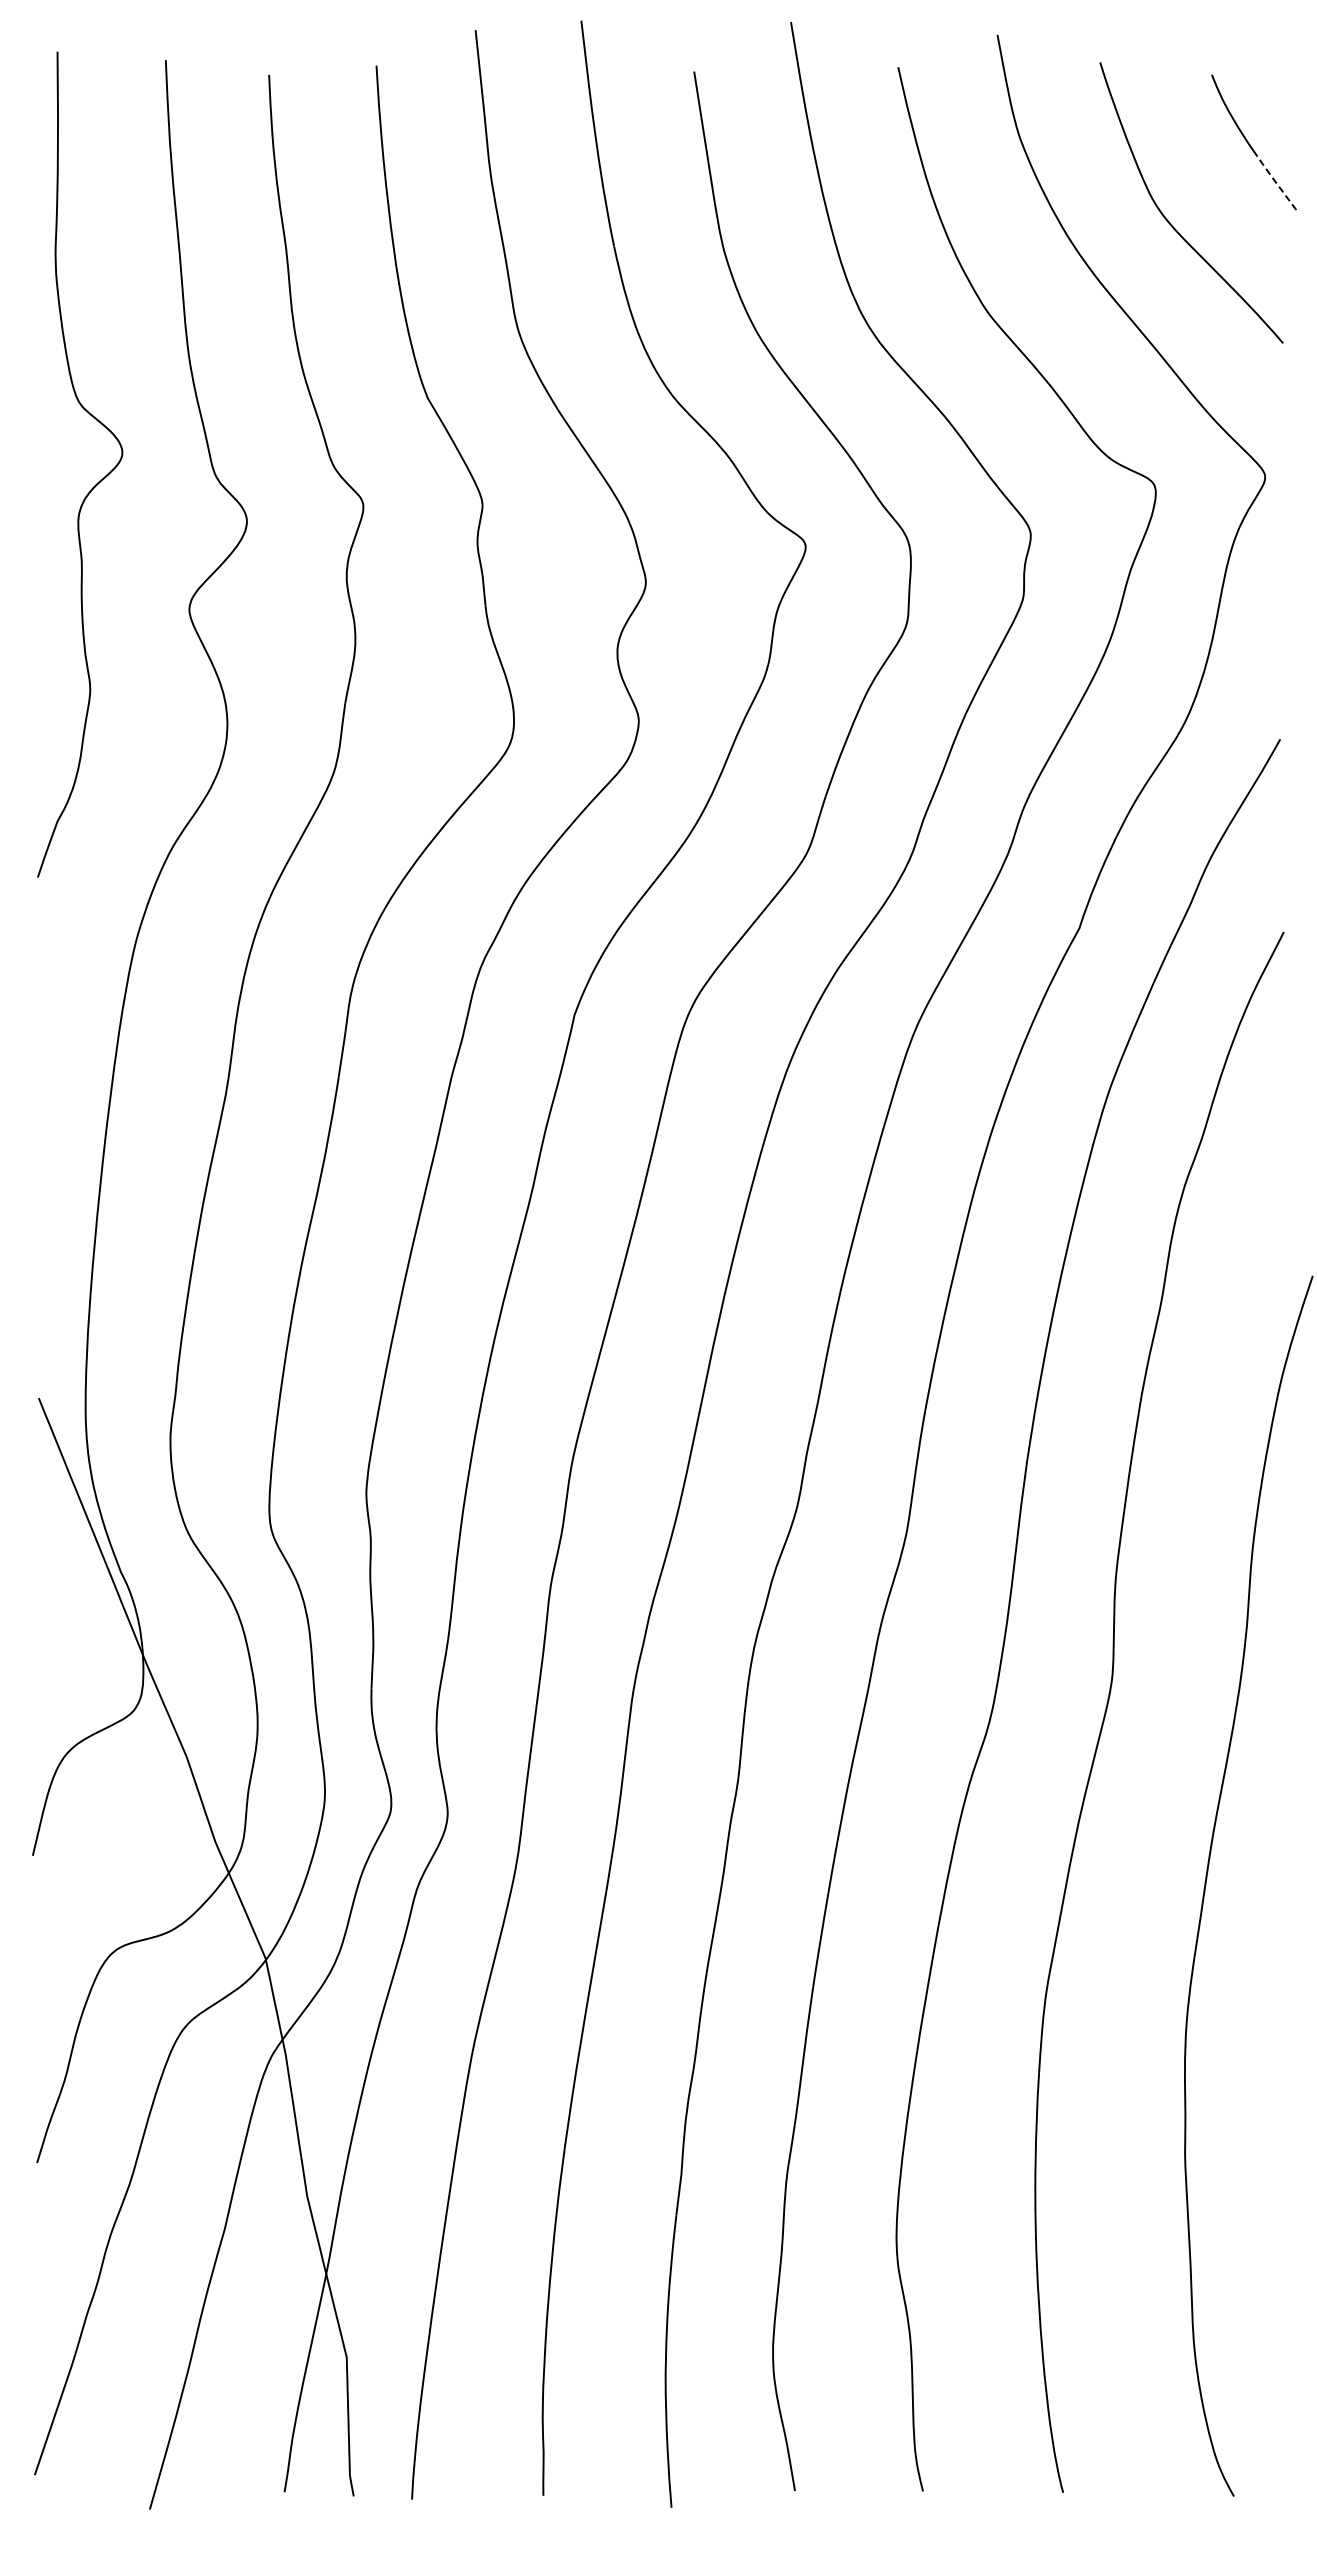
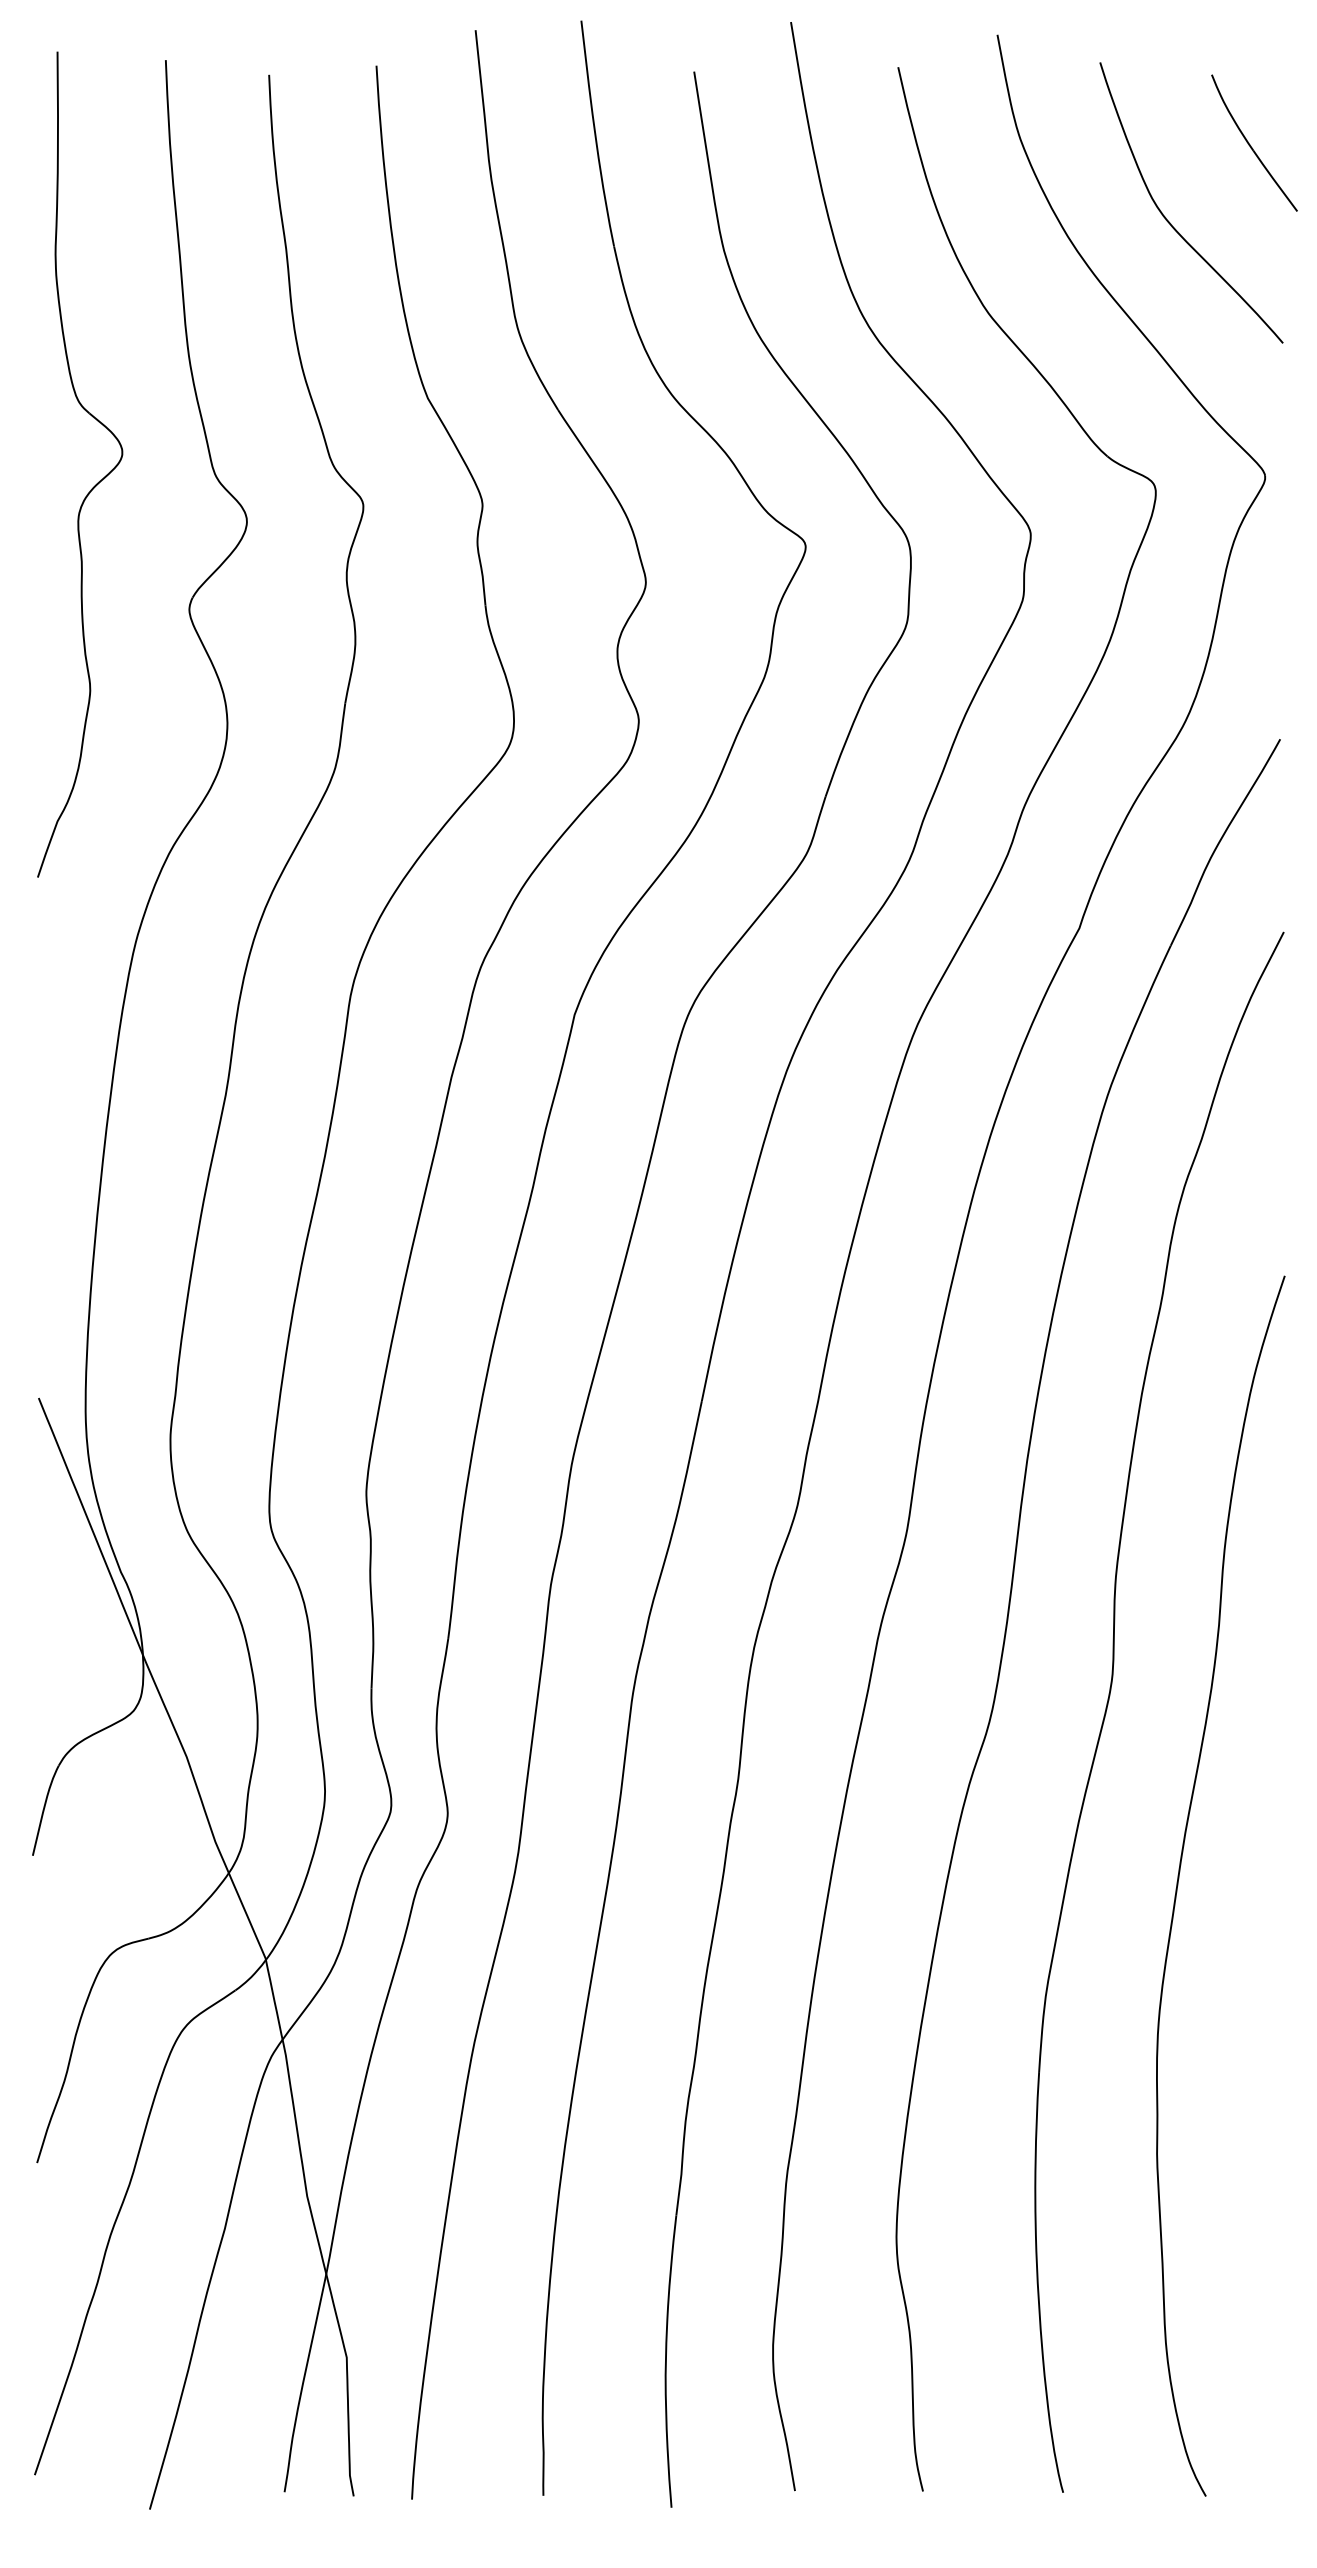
line at (1274, 180): dashed -> solid
curve at (1207, 1878) position: (1207, 1878) -> (1179, 1878)
